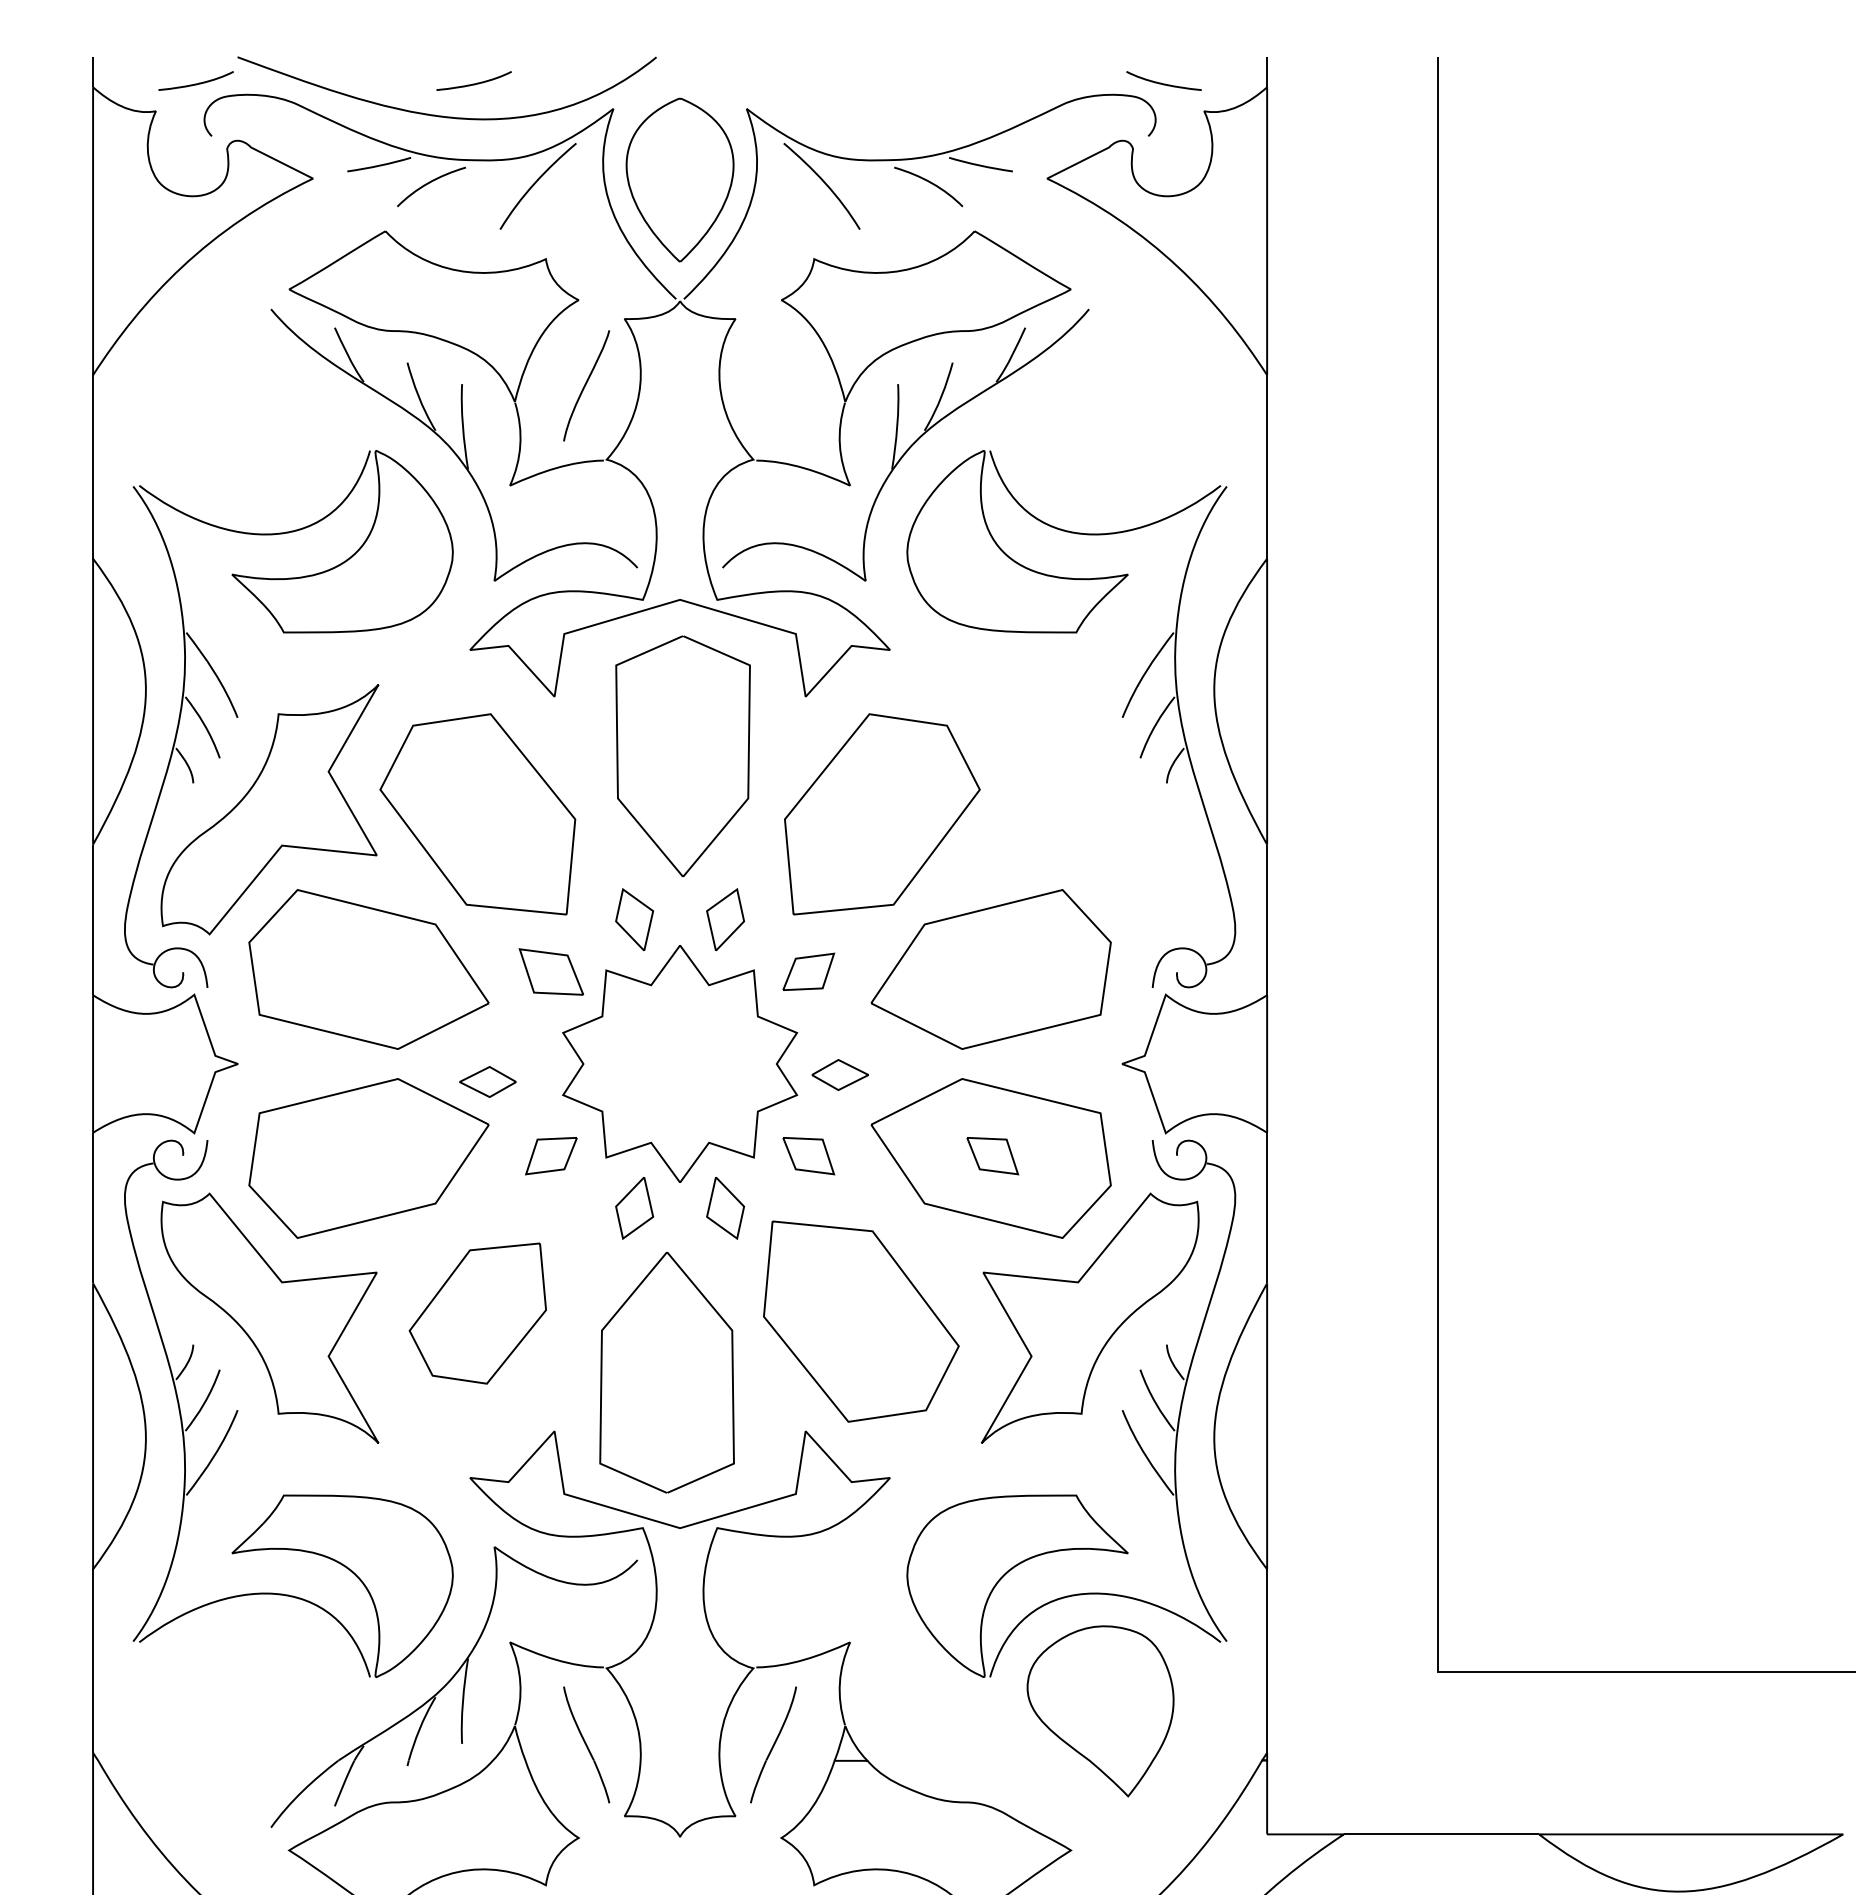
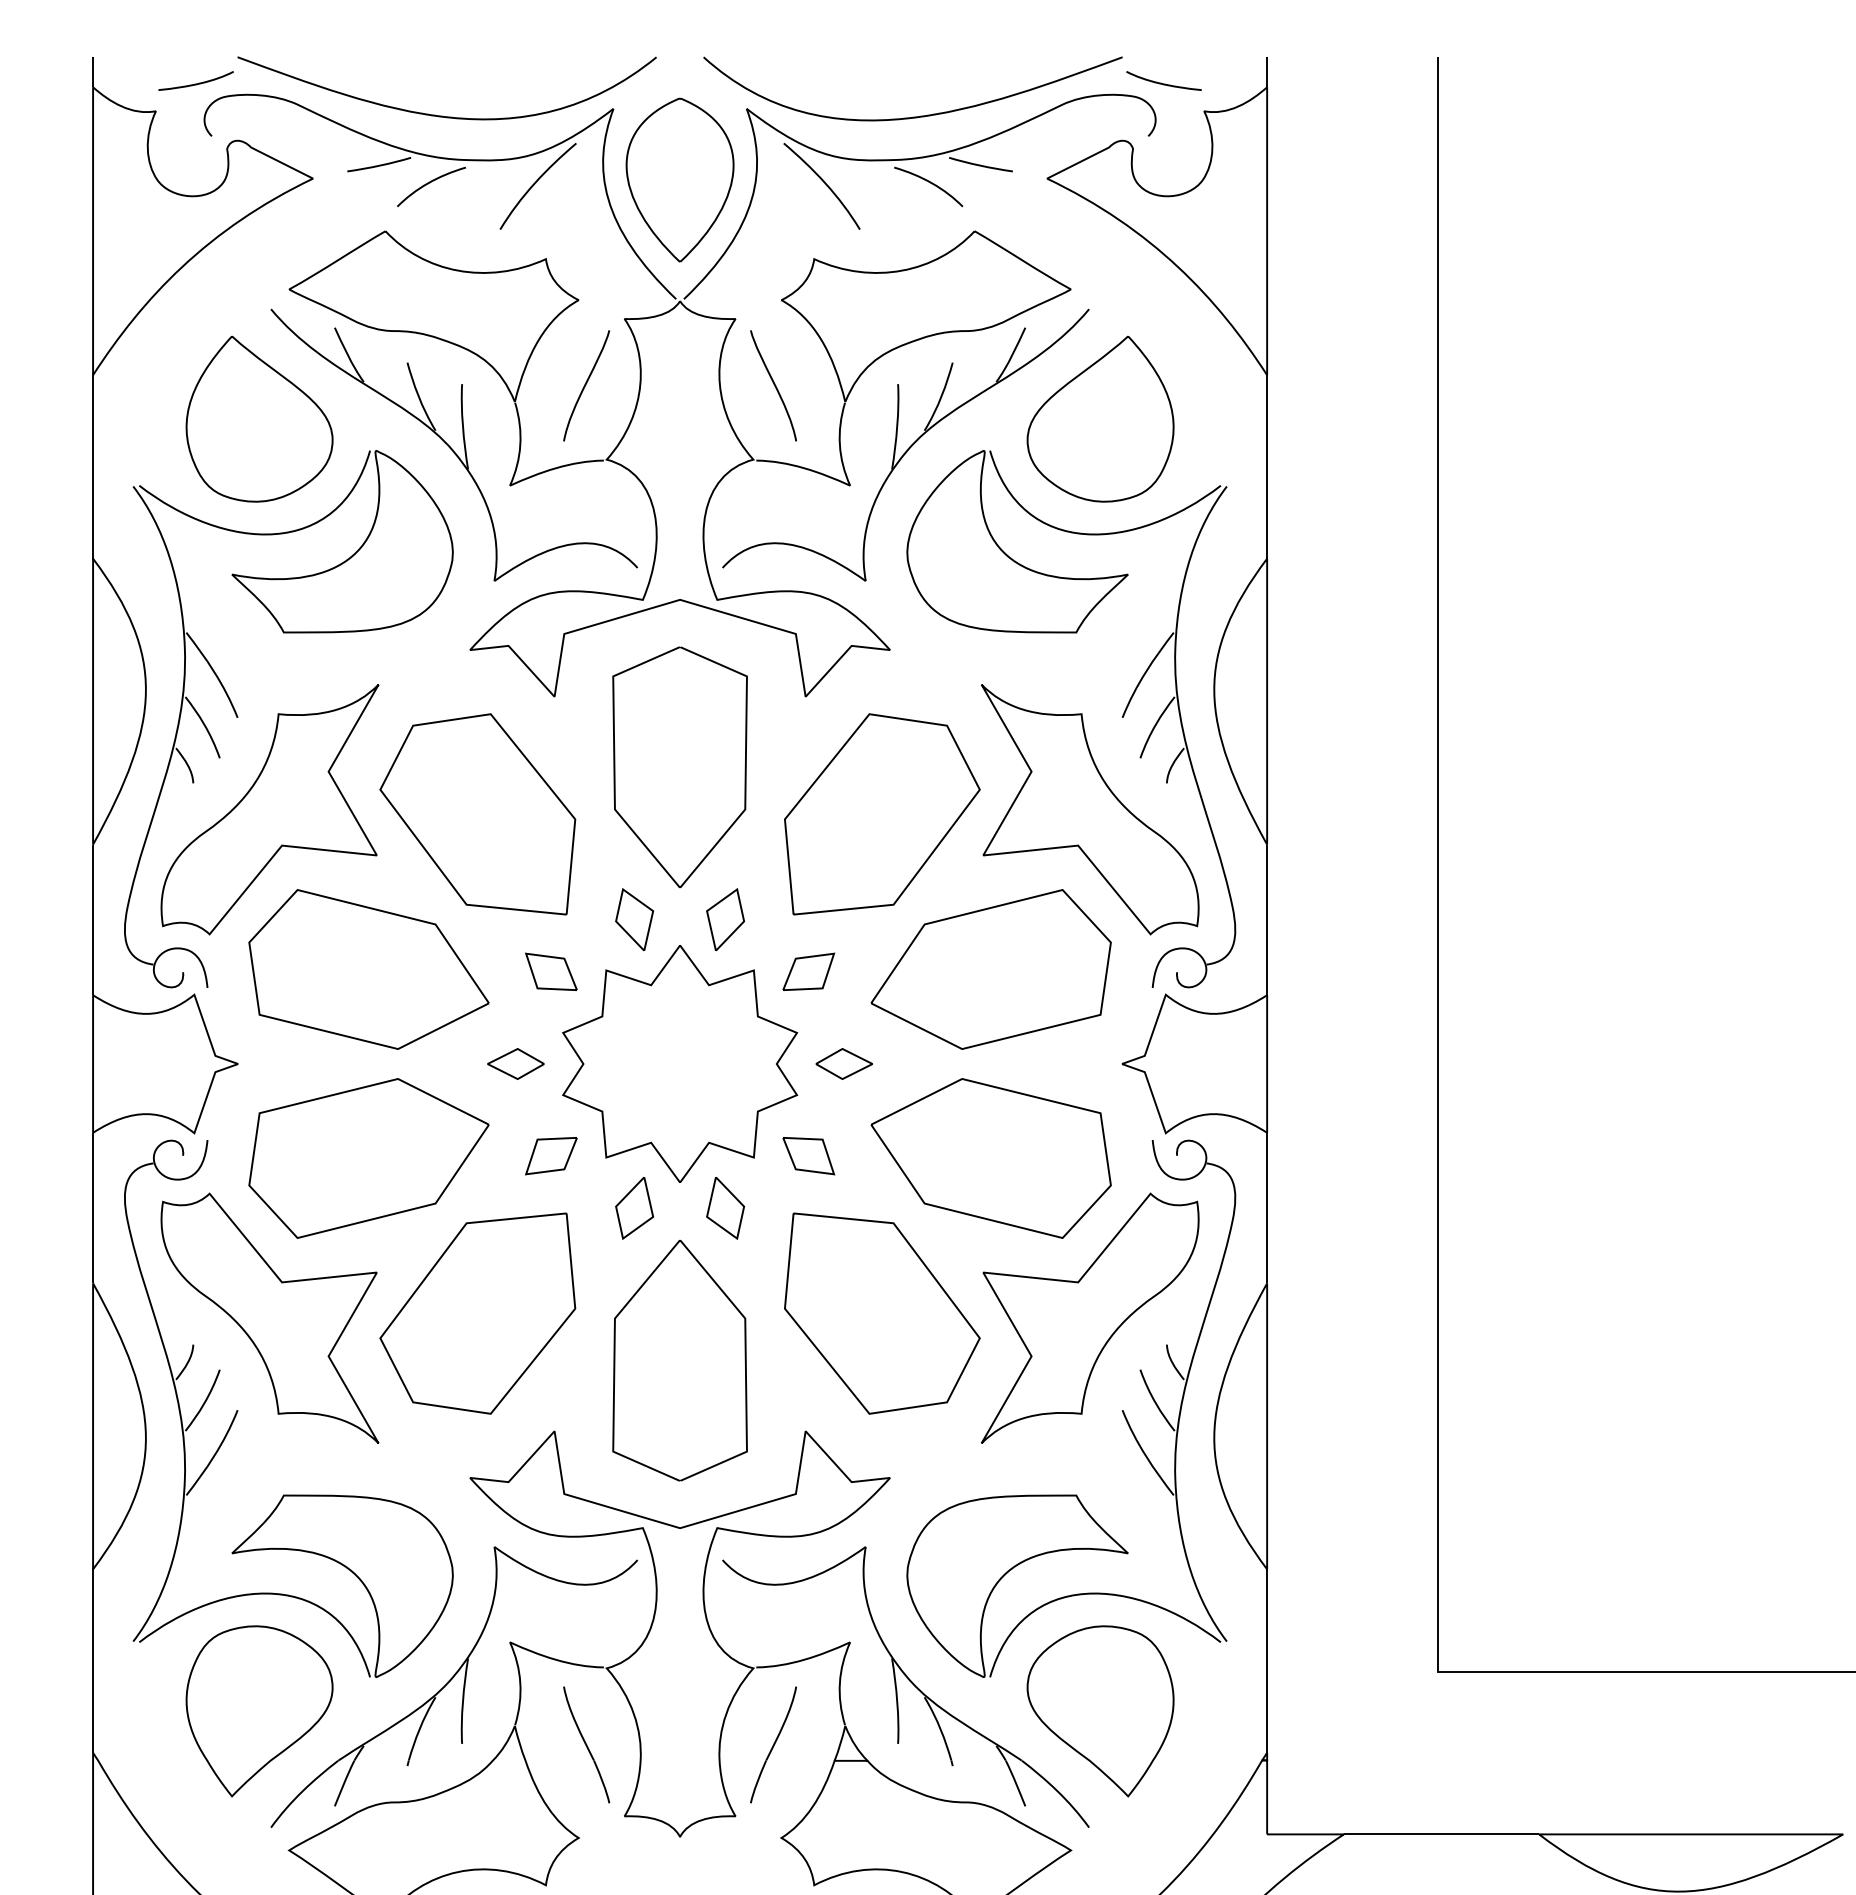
curve at (473, 83): present -> none
part at (913, 116): none -> present
curve at (773, 384): none -> present
part at (259, 418): none -> present
part at (1100, 418): none -> present
part at (682, 756) position: (682, 756) -> (679, 767)
part at (1090, 809): none -> present
part at (550, 971) size: 66x48 px -> 53x39 px
part at (839, 1074) position: (839, 1074) -> (843, 1063)
part at (487, 1081) position: (487, 1081) -> (515, 1063)
part at (992, 1156): present -> none
part at (477, 1313) size: 139x143 px -> 198x203 px
part at (861, 1321) position: (861, 1321) -> (882, 1313)
part at (666, 1372) position: (666, 1372) -> (679, 1360)
part at (909, 1681): none -> present
part at (259, 1711): none -> present
